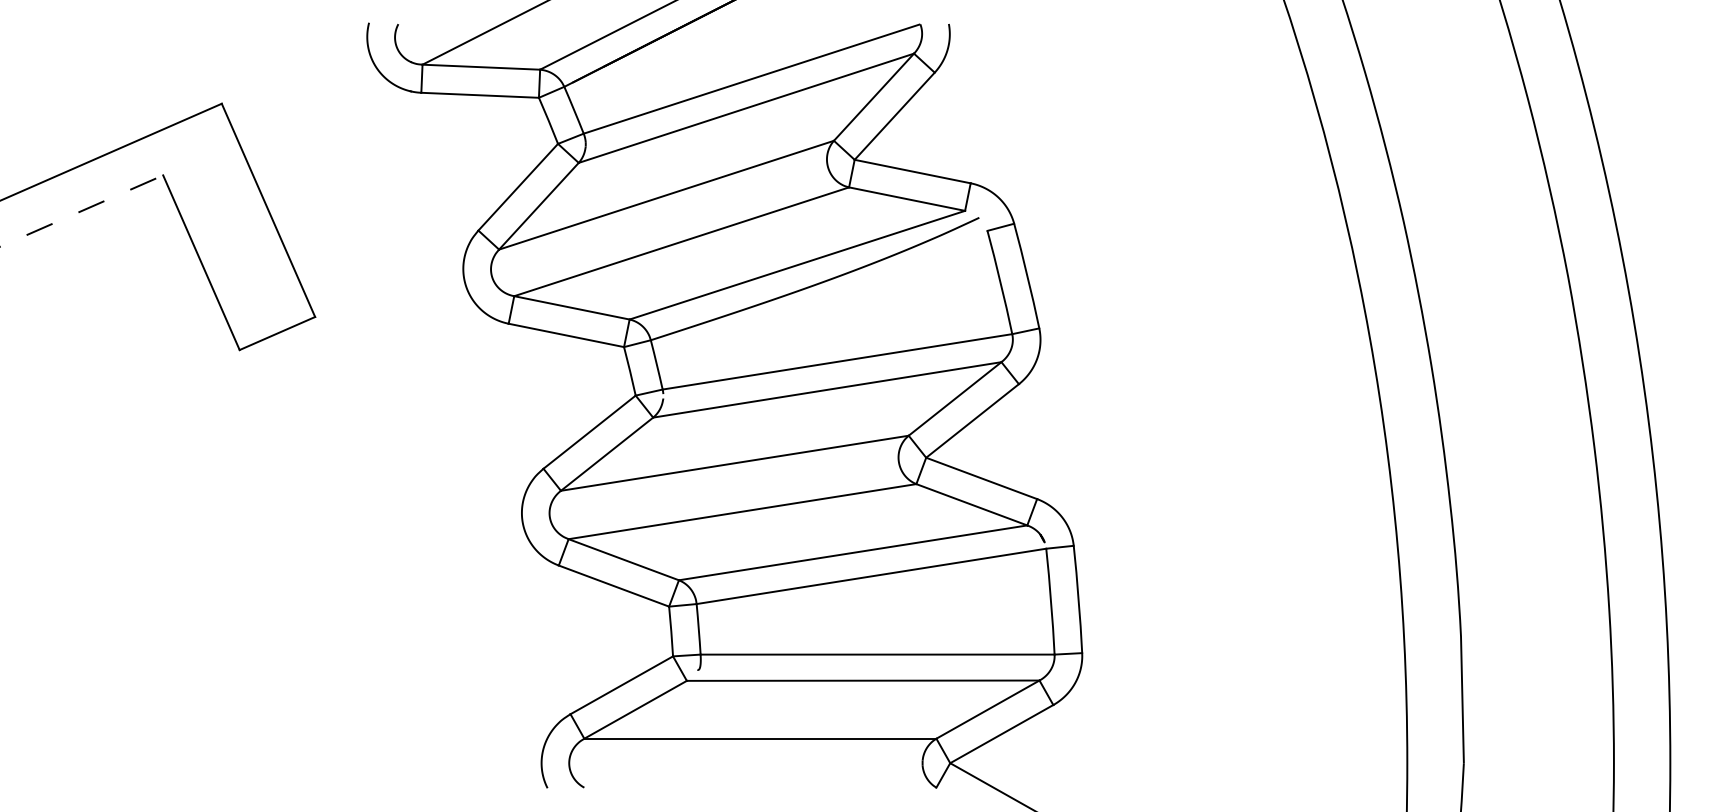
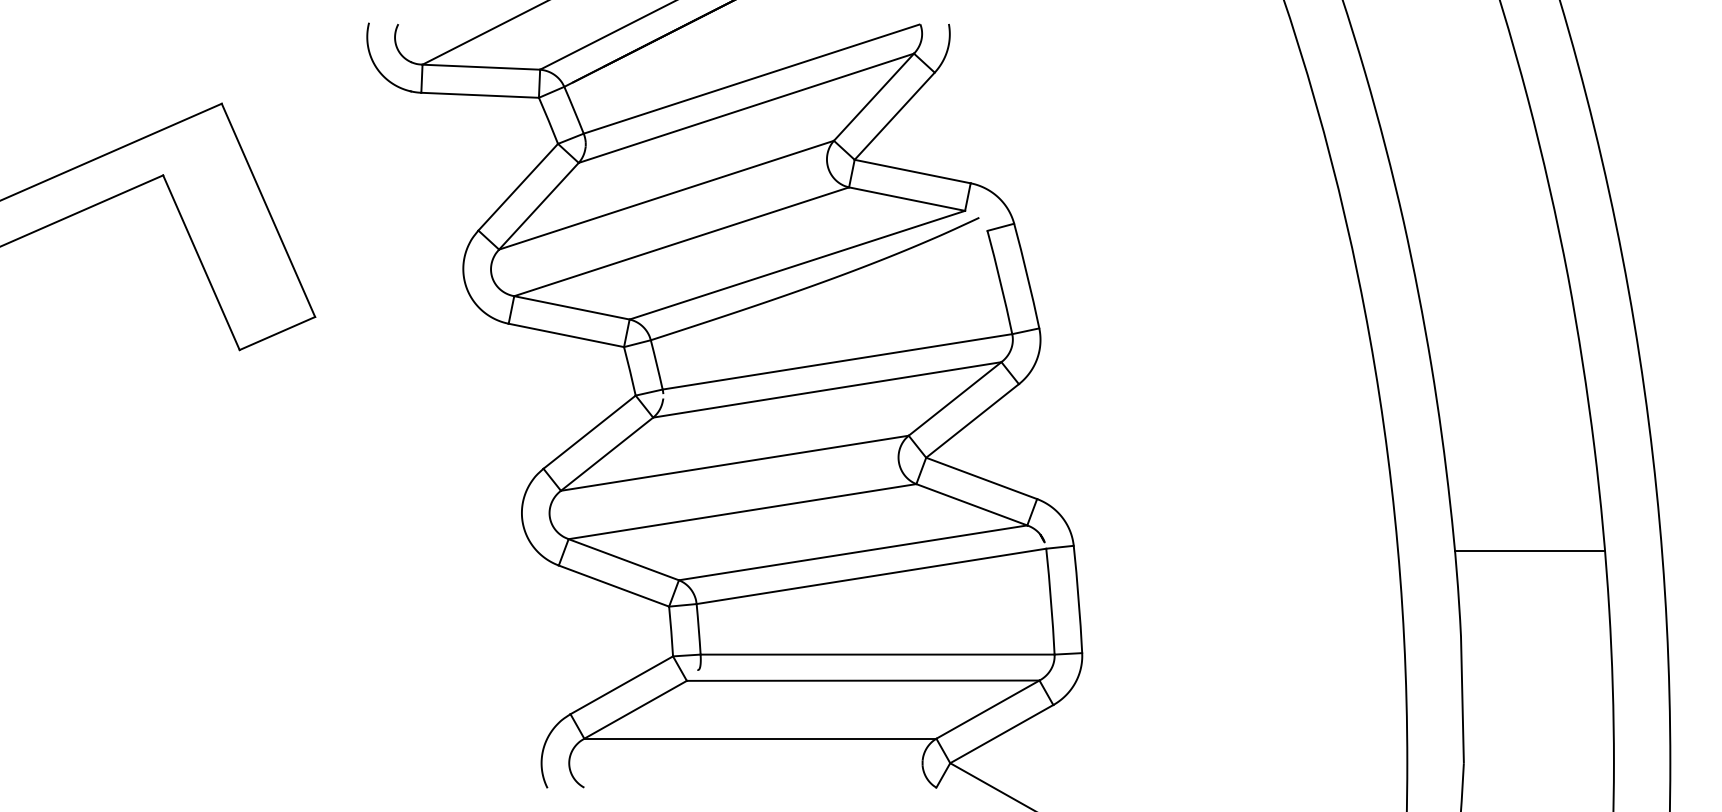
line at (81, 211): dashed -> solid
line at (1529, 551): none -> present
